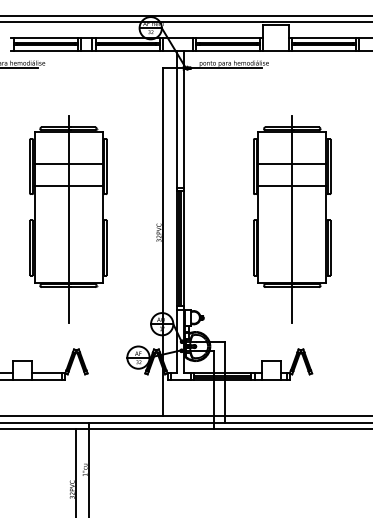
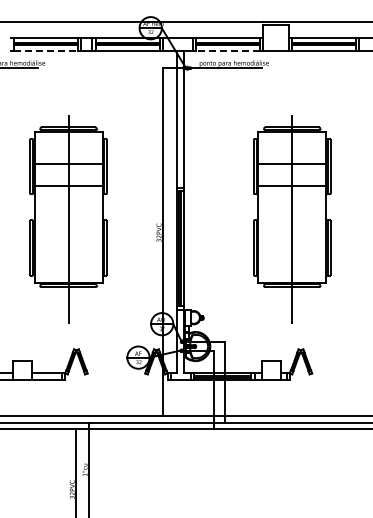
line at (185, 15): present -> none
line at (46, 50): solid -> dashed
line at (228, 50): solid -> dashed
